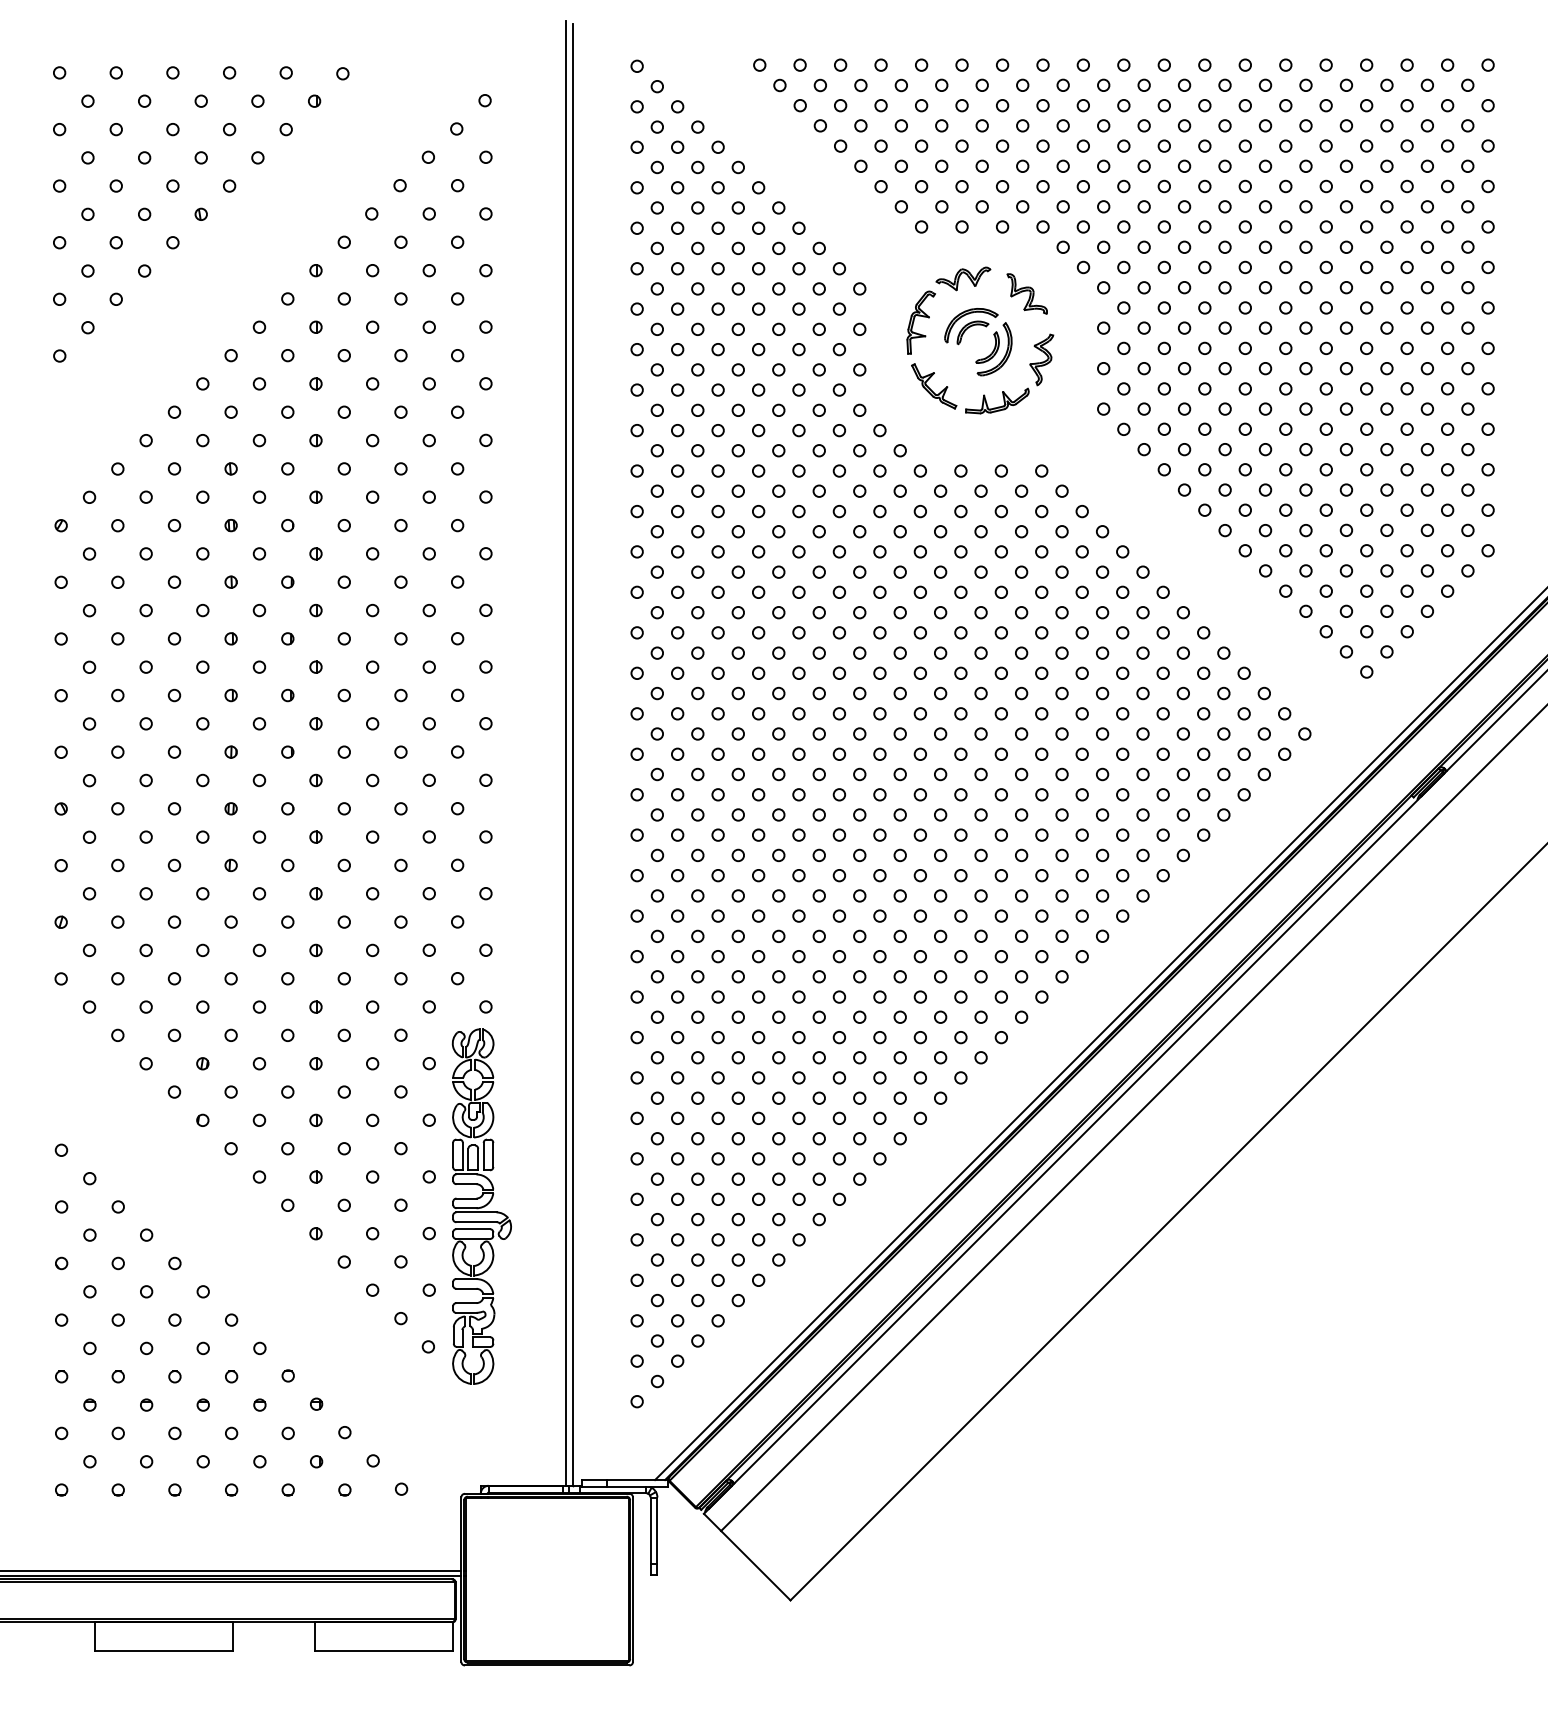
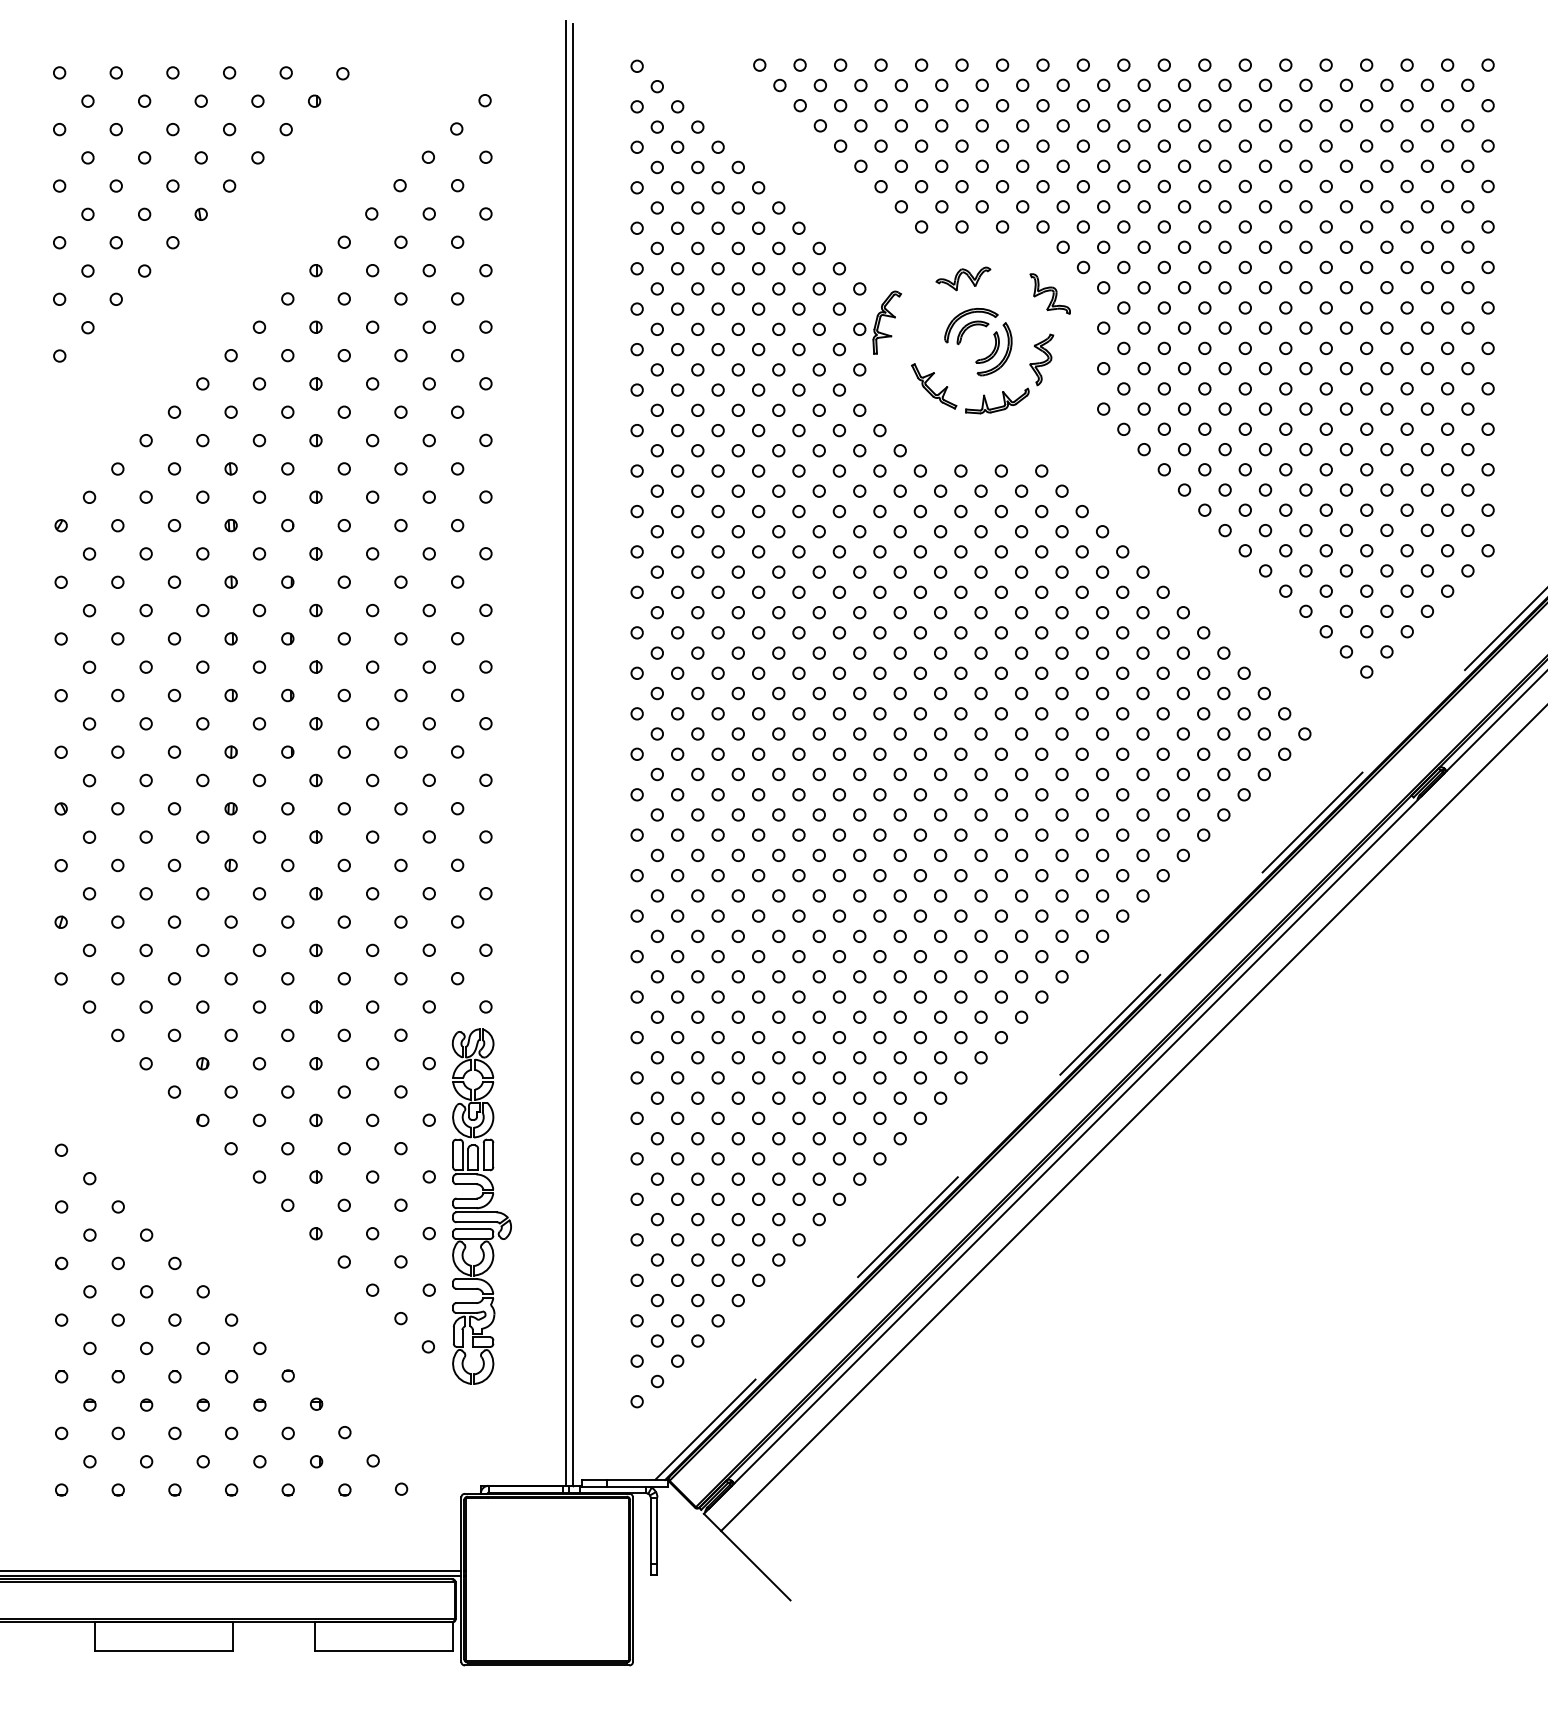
part at (1026, 293) position: (1026, 293) -> (1049, 293)
part at (920, 322) position: (920, 322) -> (886, 322)
line at (1101, 1033): solid -> dashed
line at (1167, 1223): present -> none
